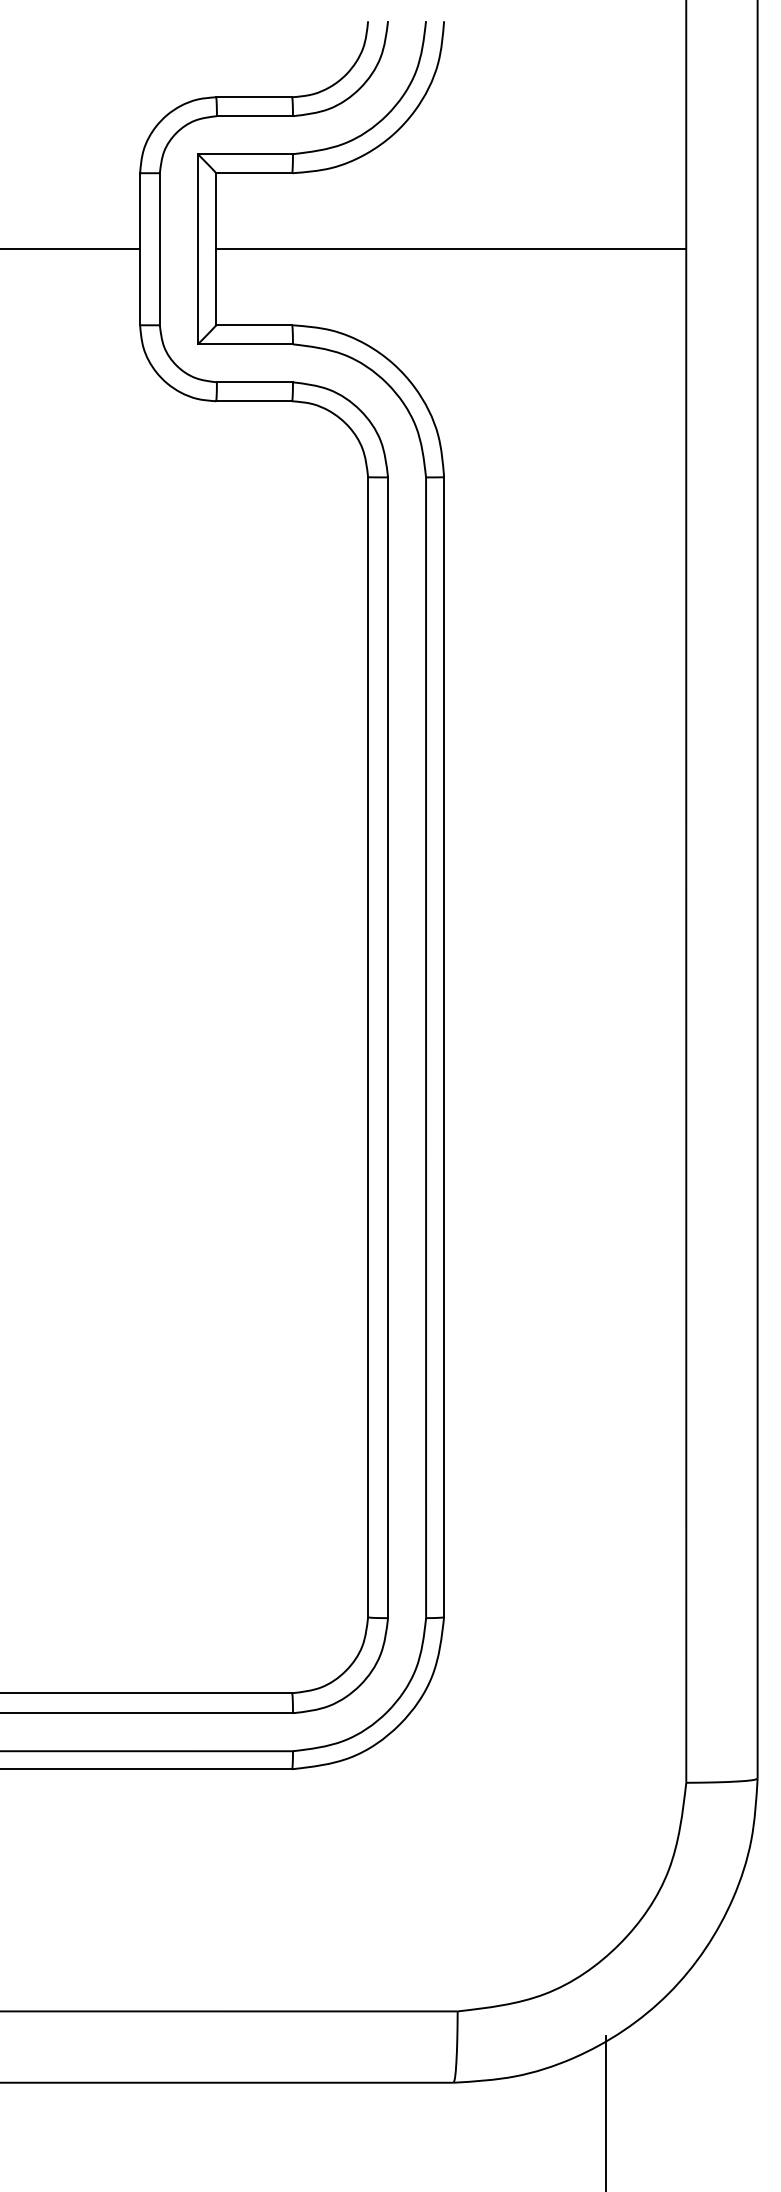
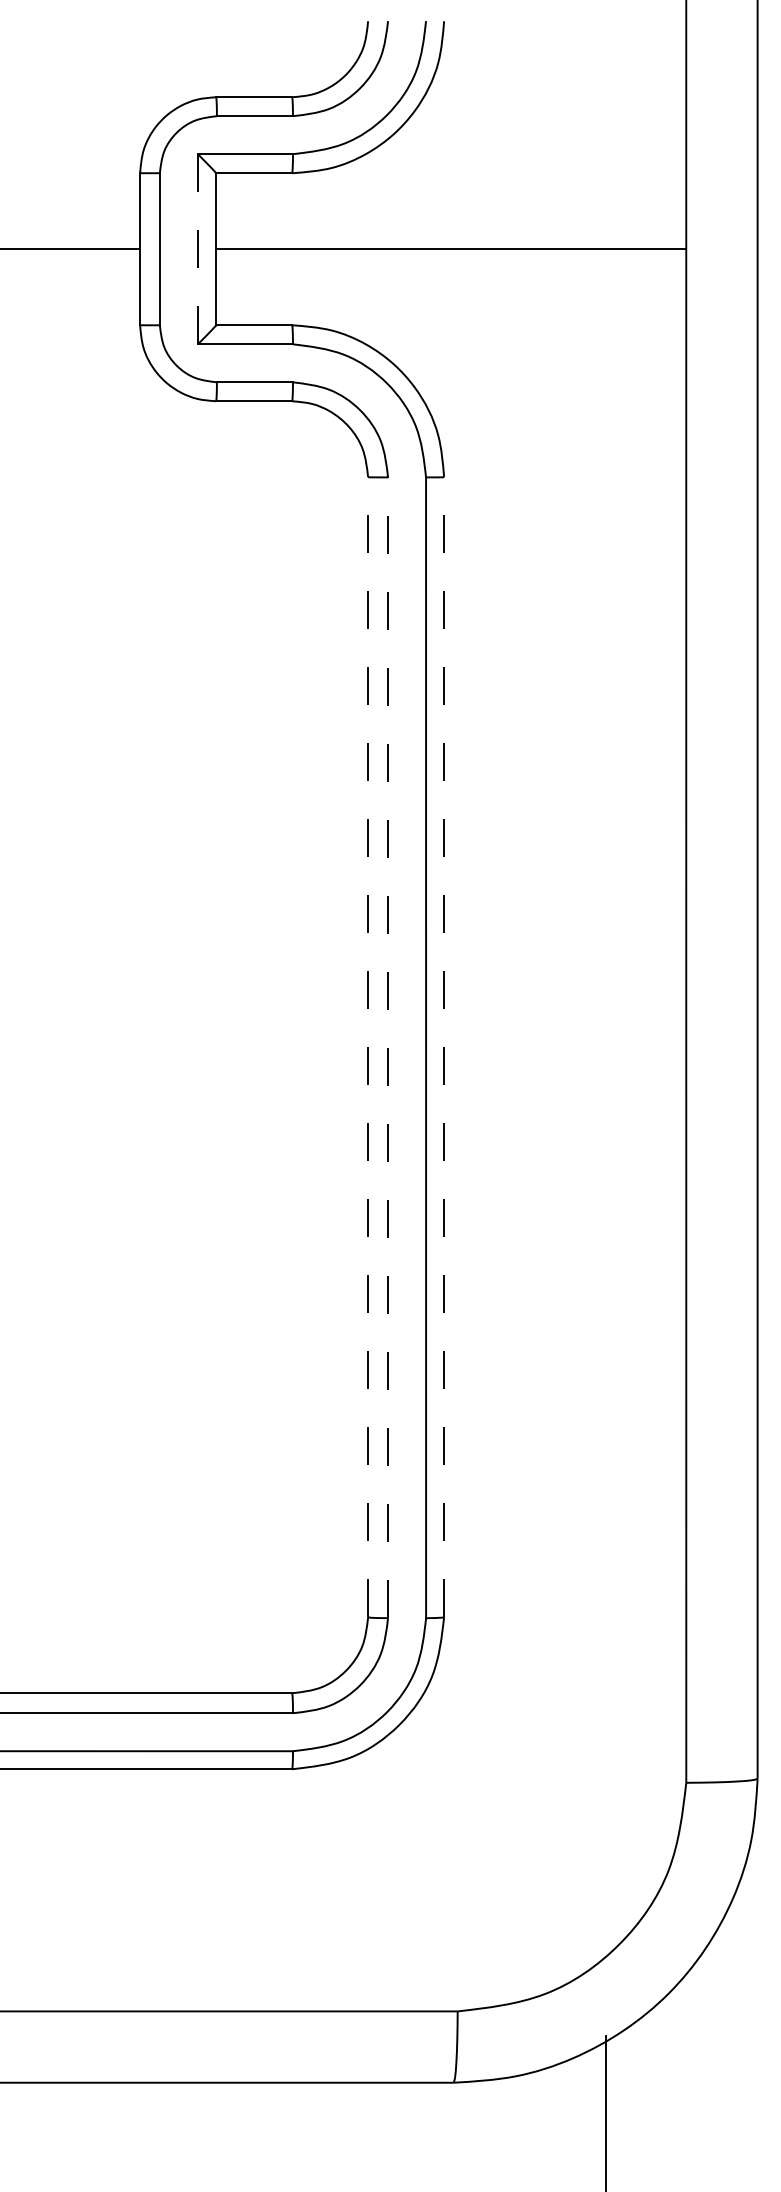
line at (197, 248): solid -> dashed
line at (368, 1047): solid -> dashed
line at (388, 1047): solid -> dashed
line at (444, 1047): solid -> dashed
